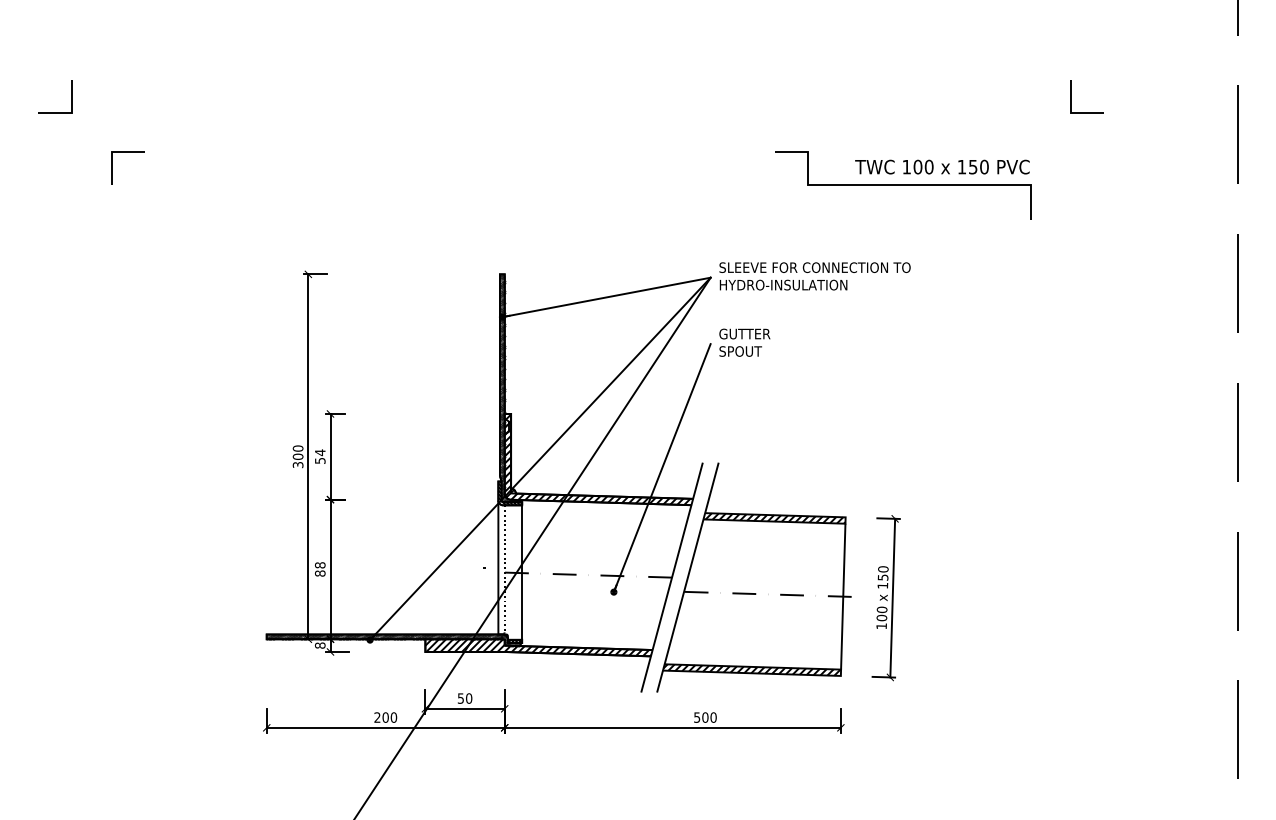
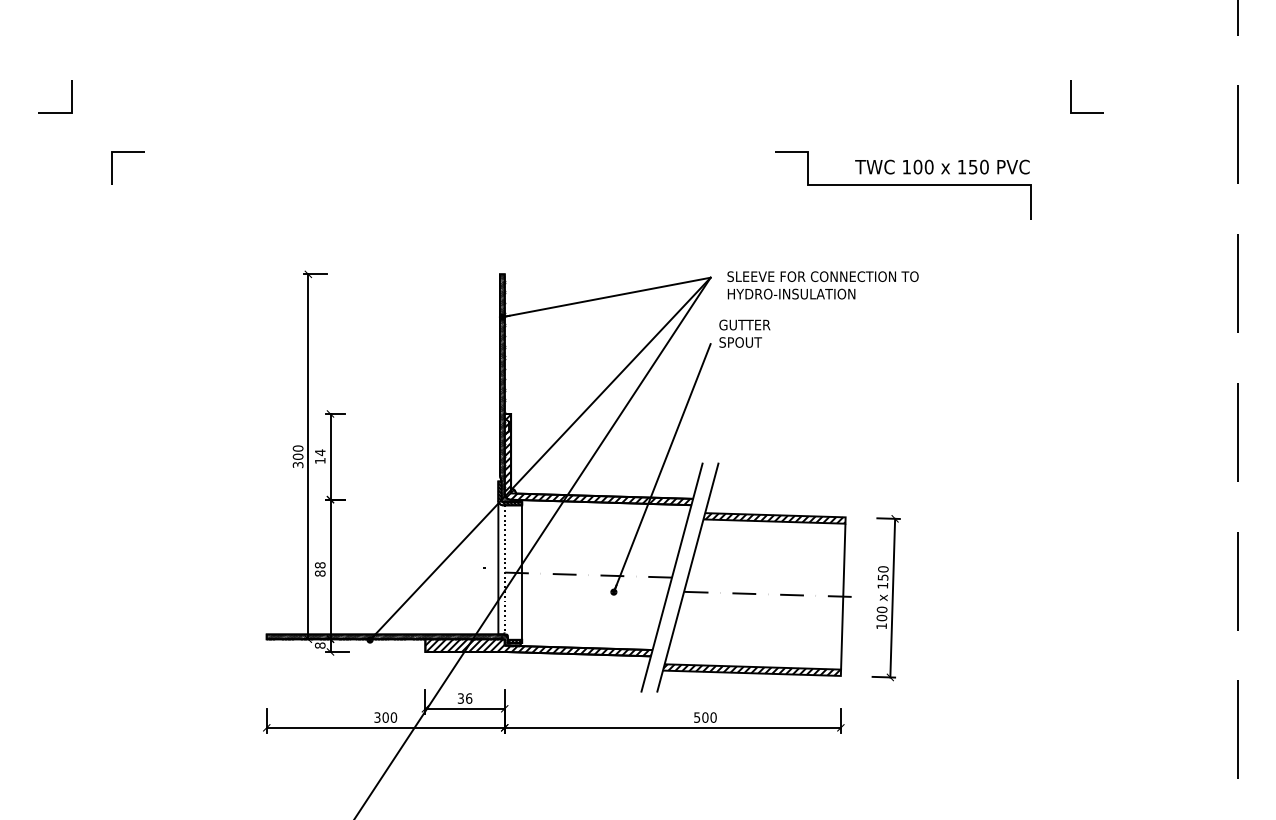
text at (814, 276) position: (814, 276) -> (822, 285)
text at (744, 342) position: (744, 342) -> (744, 333)
text at (320, 460): 54 -> 14
text at (465, 698): 50 -> 36
text at (377, 717): 200 -> 300
